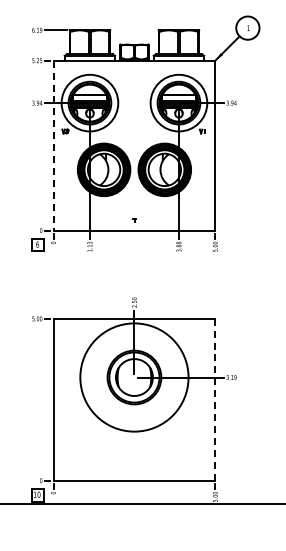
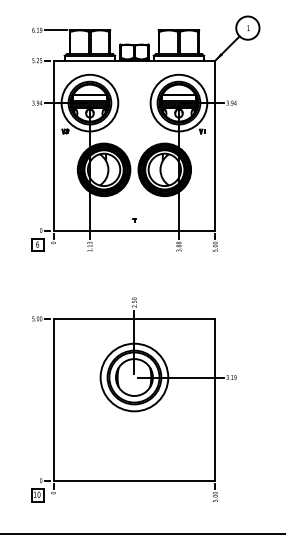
line at (53, 145): dashed -> solid
circle at (134, 377) diameter: 108 px -> 68 px
line at (215, 399): dashed -> solid
line at (142, 504) position: (142, 504) -> (142, 534)
